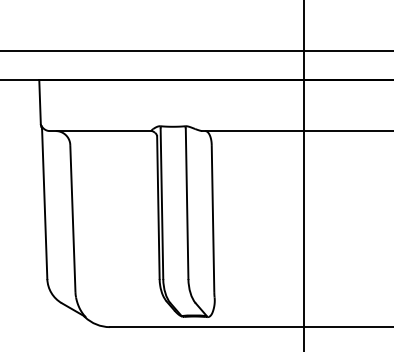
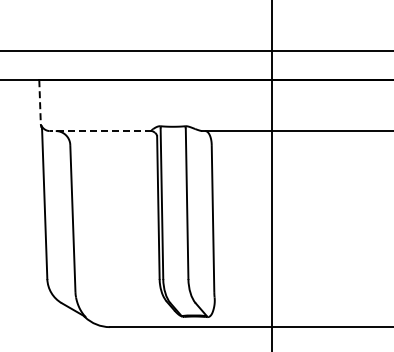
line at (40, 102): solid -> dashed
line at (100, 131): solid -> dashed
line at (304, 175) position: (304, 175) -> (272, 175)
